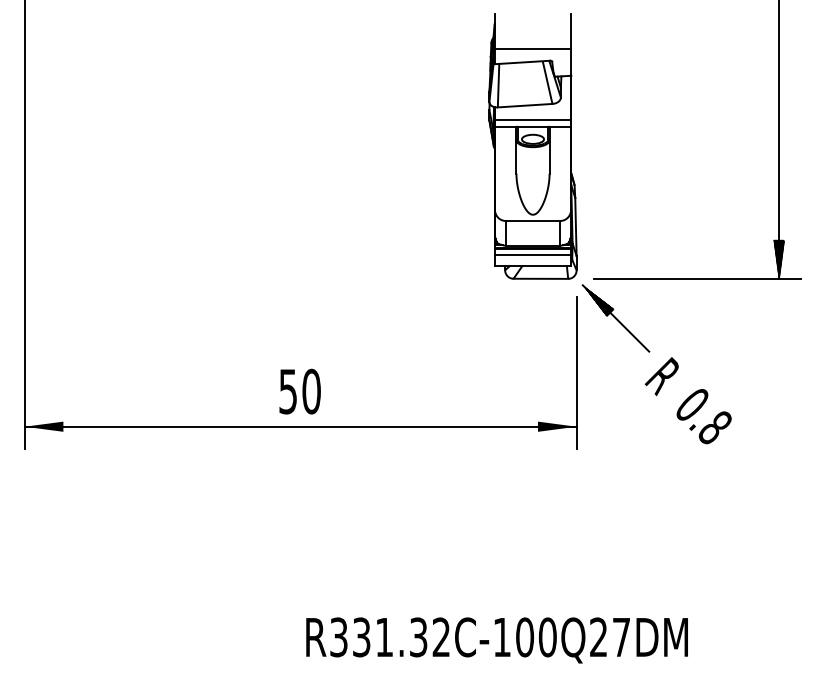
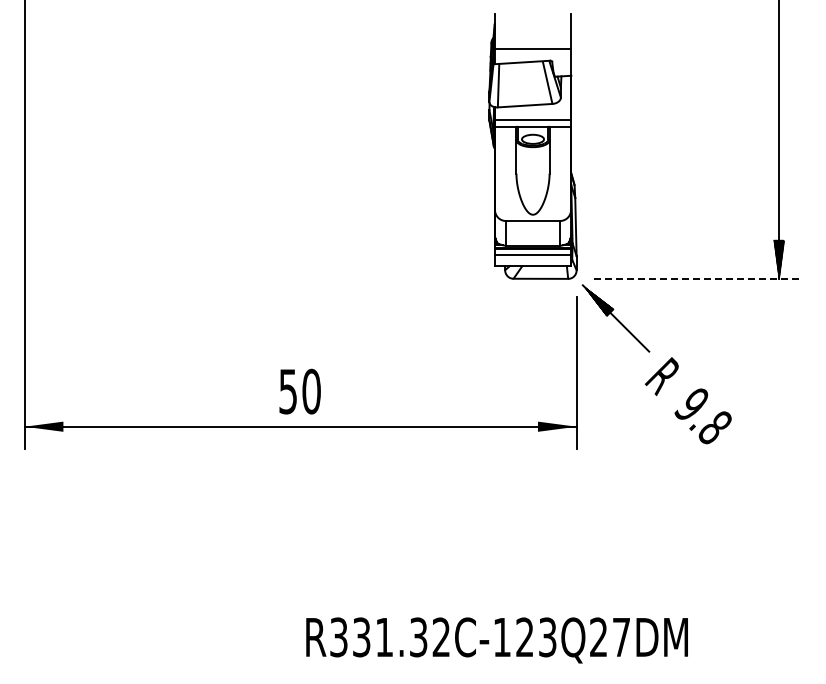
line at (697, 279): solid -> dashed
text at (691, 404): 0.8 -> 9.8
text at (536, 637): R331.32C-100Q27DM -> R331.32C-123Q27DM
